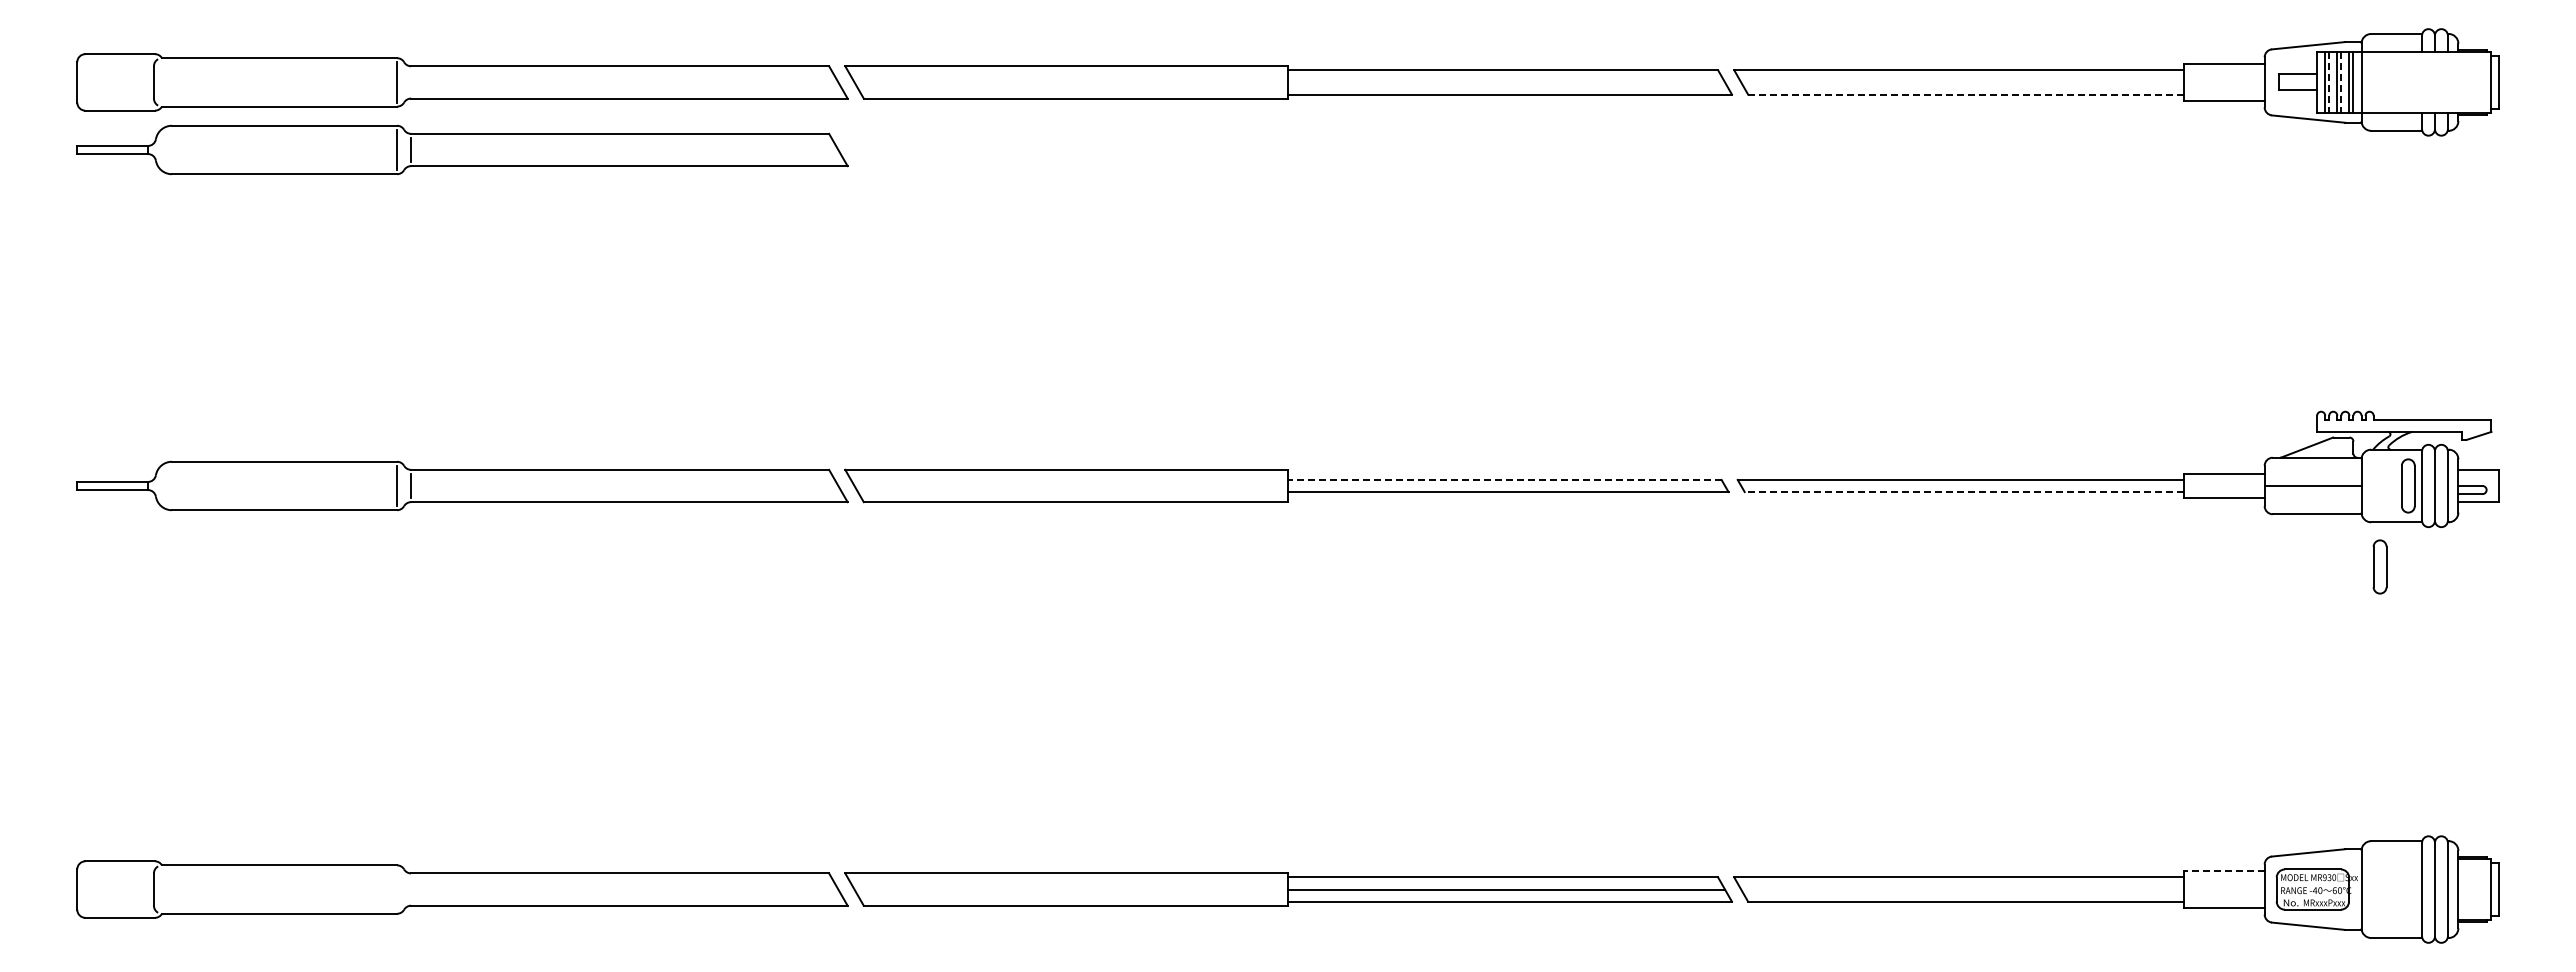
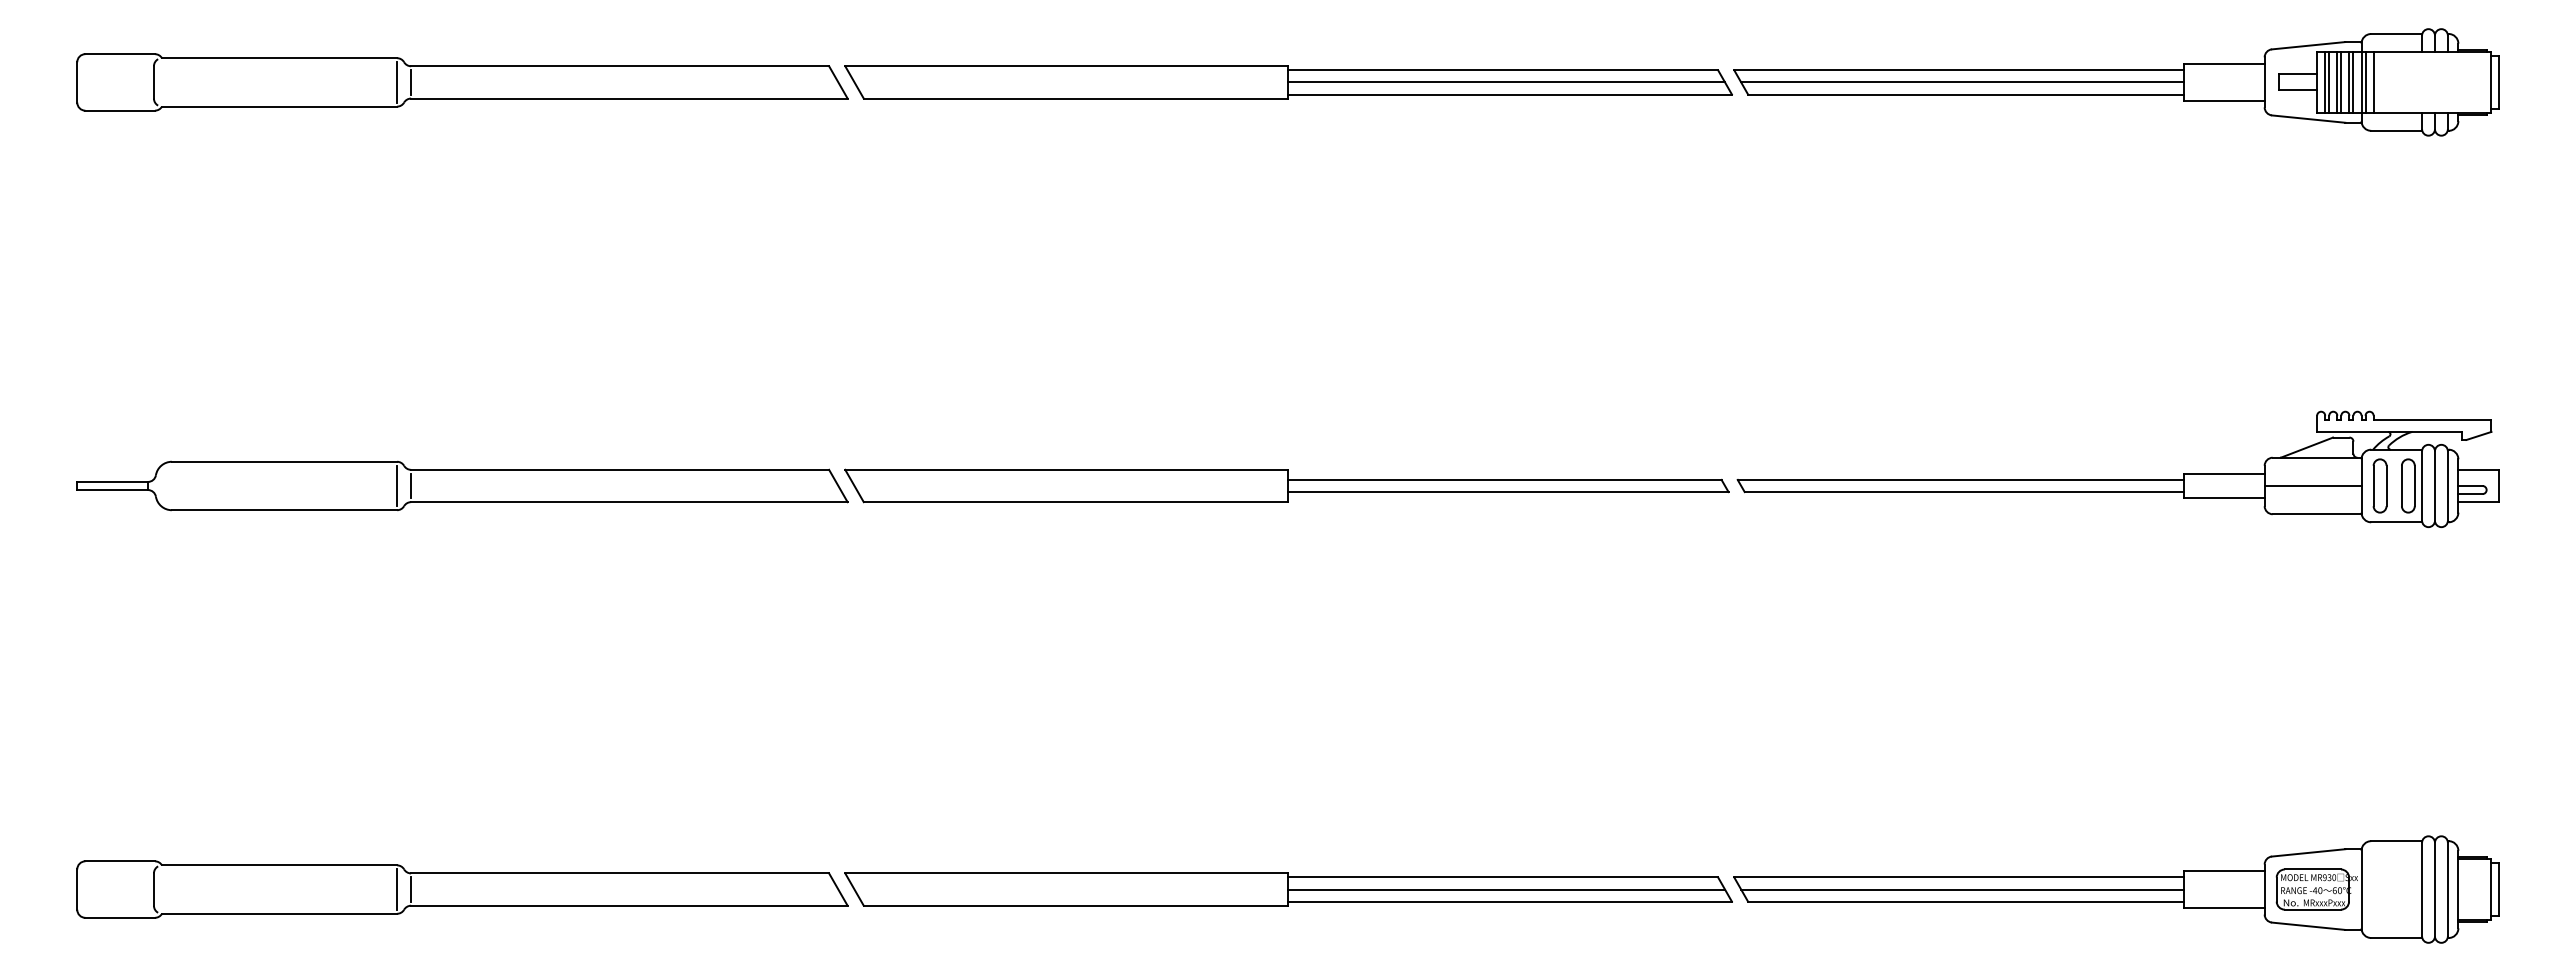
line at (411, 82): none -> present
line at (1506, 82): none -> present
line at (1962, 82): none -> present
line at (2329, 82): dashed -> solid
line at (2341, 82): dashed -> solid
line at (2365, 82): none -> present
line at (2373, 82): none -> present
line at (1966, 94): dashed -> solid
part at (462, 149): present -> none
line at (1504, 479): dashed -> solid
line at (1964, 492): dashed -> solid
part at (2379, 566) position: (2379, 566) -> (2379, 485)
line at (2223, 871): dashed -> solid
line at (397, 889): none -> present
line at (411, 889): none -> present
line at (1962, 889): none -> present
